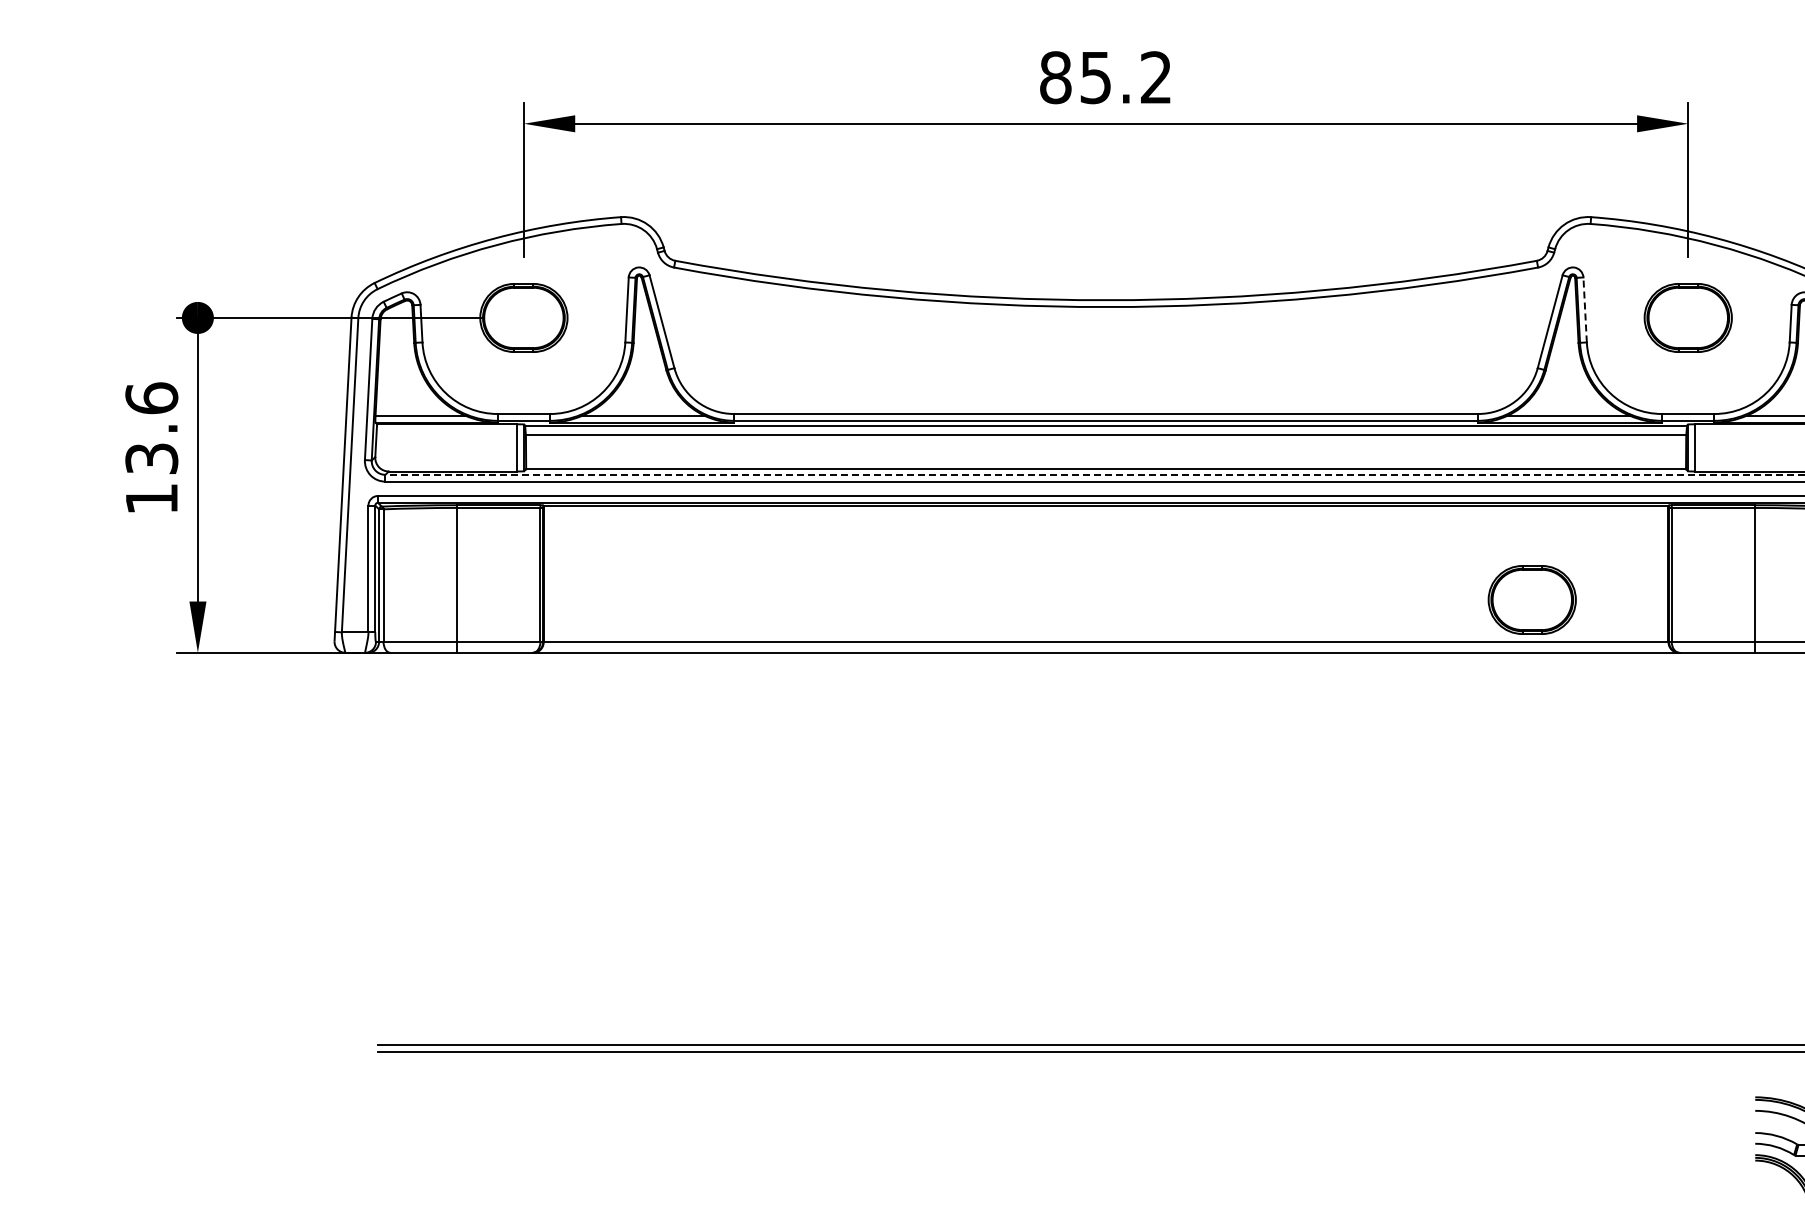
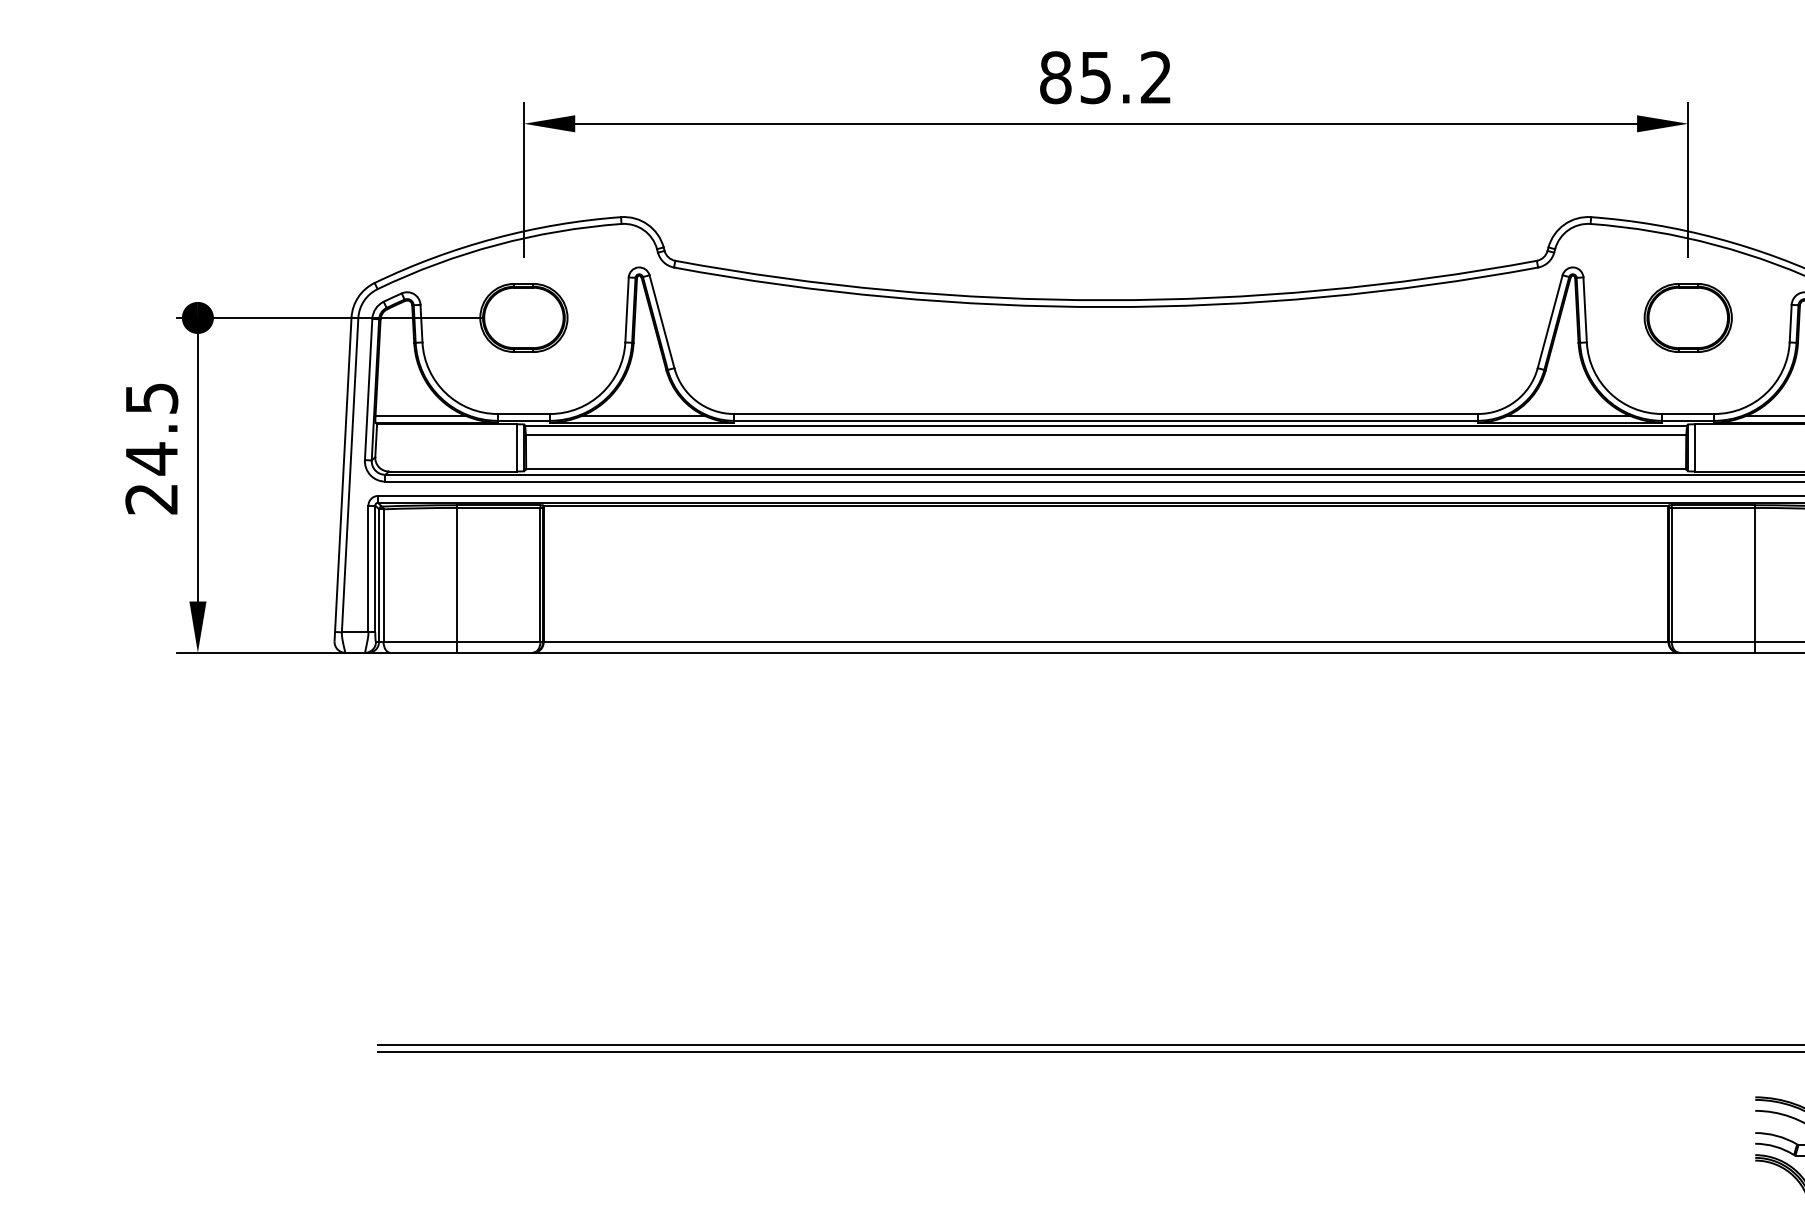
line at (1585, 309): dashed -> solid
text at (151, 448): 13.6 -> 24.5
line at (1095, 474): dashed -> solid
part at (1531, 599): present -> none
